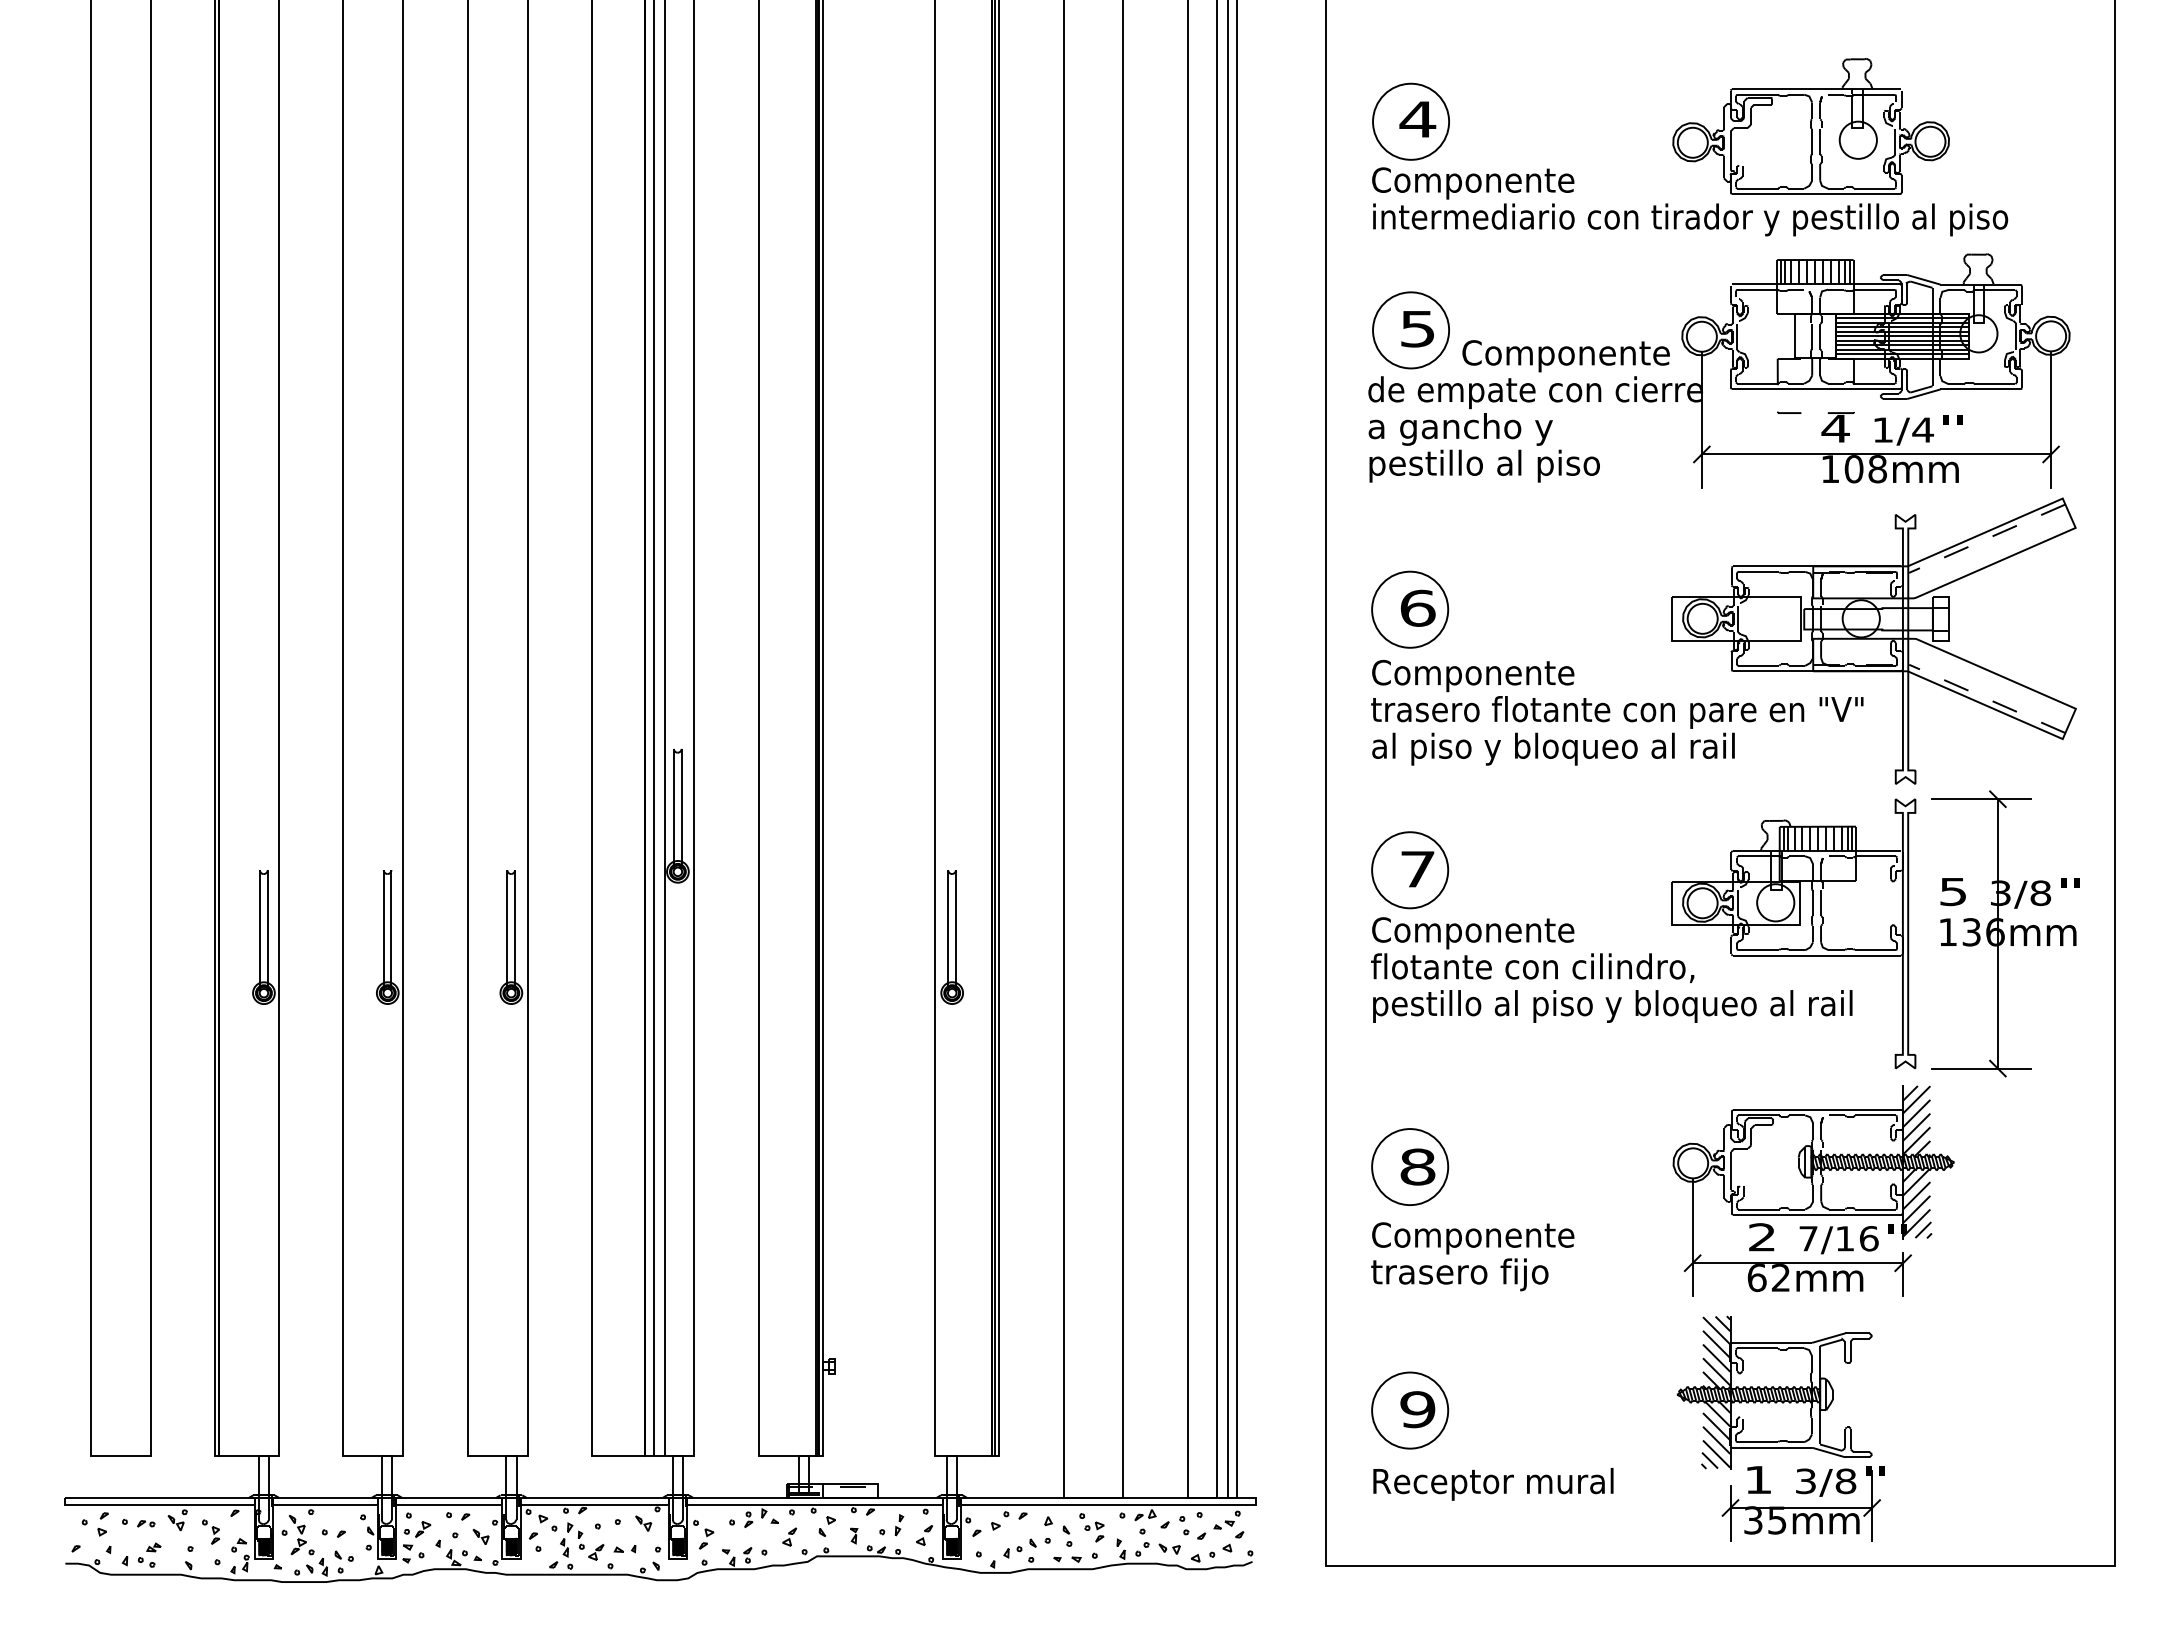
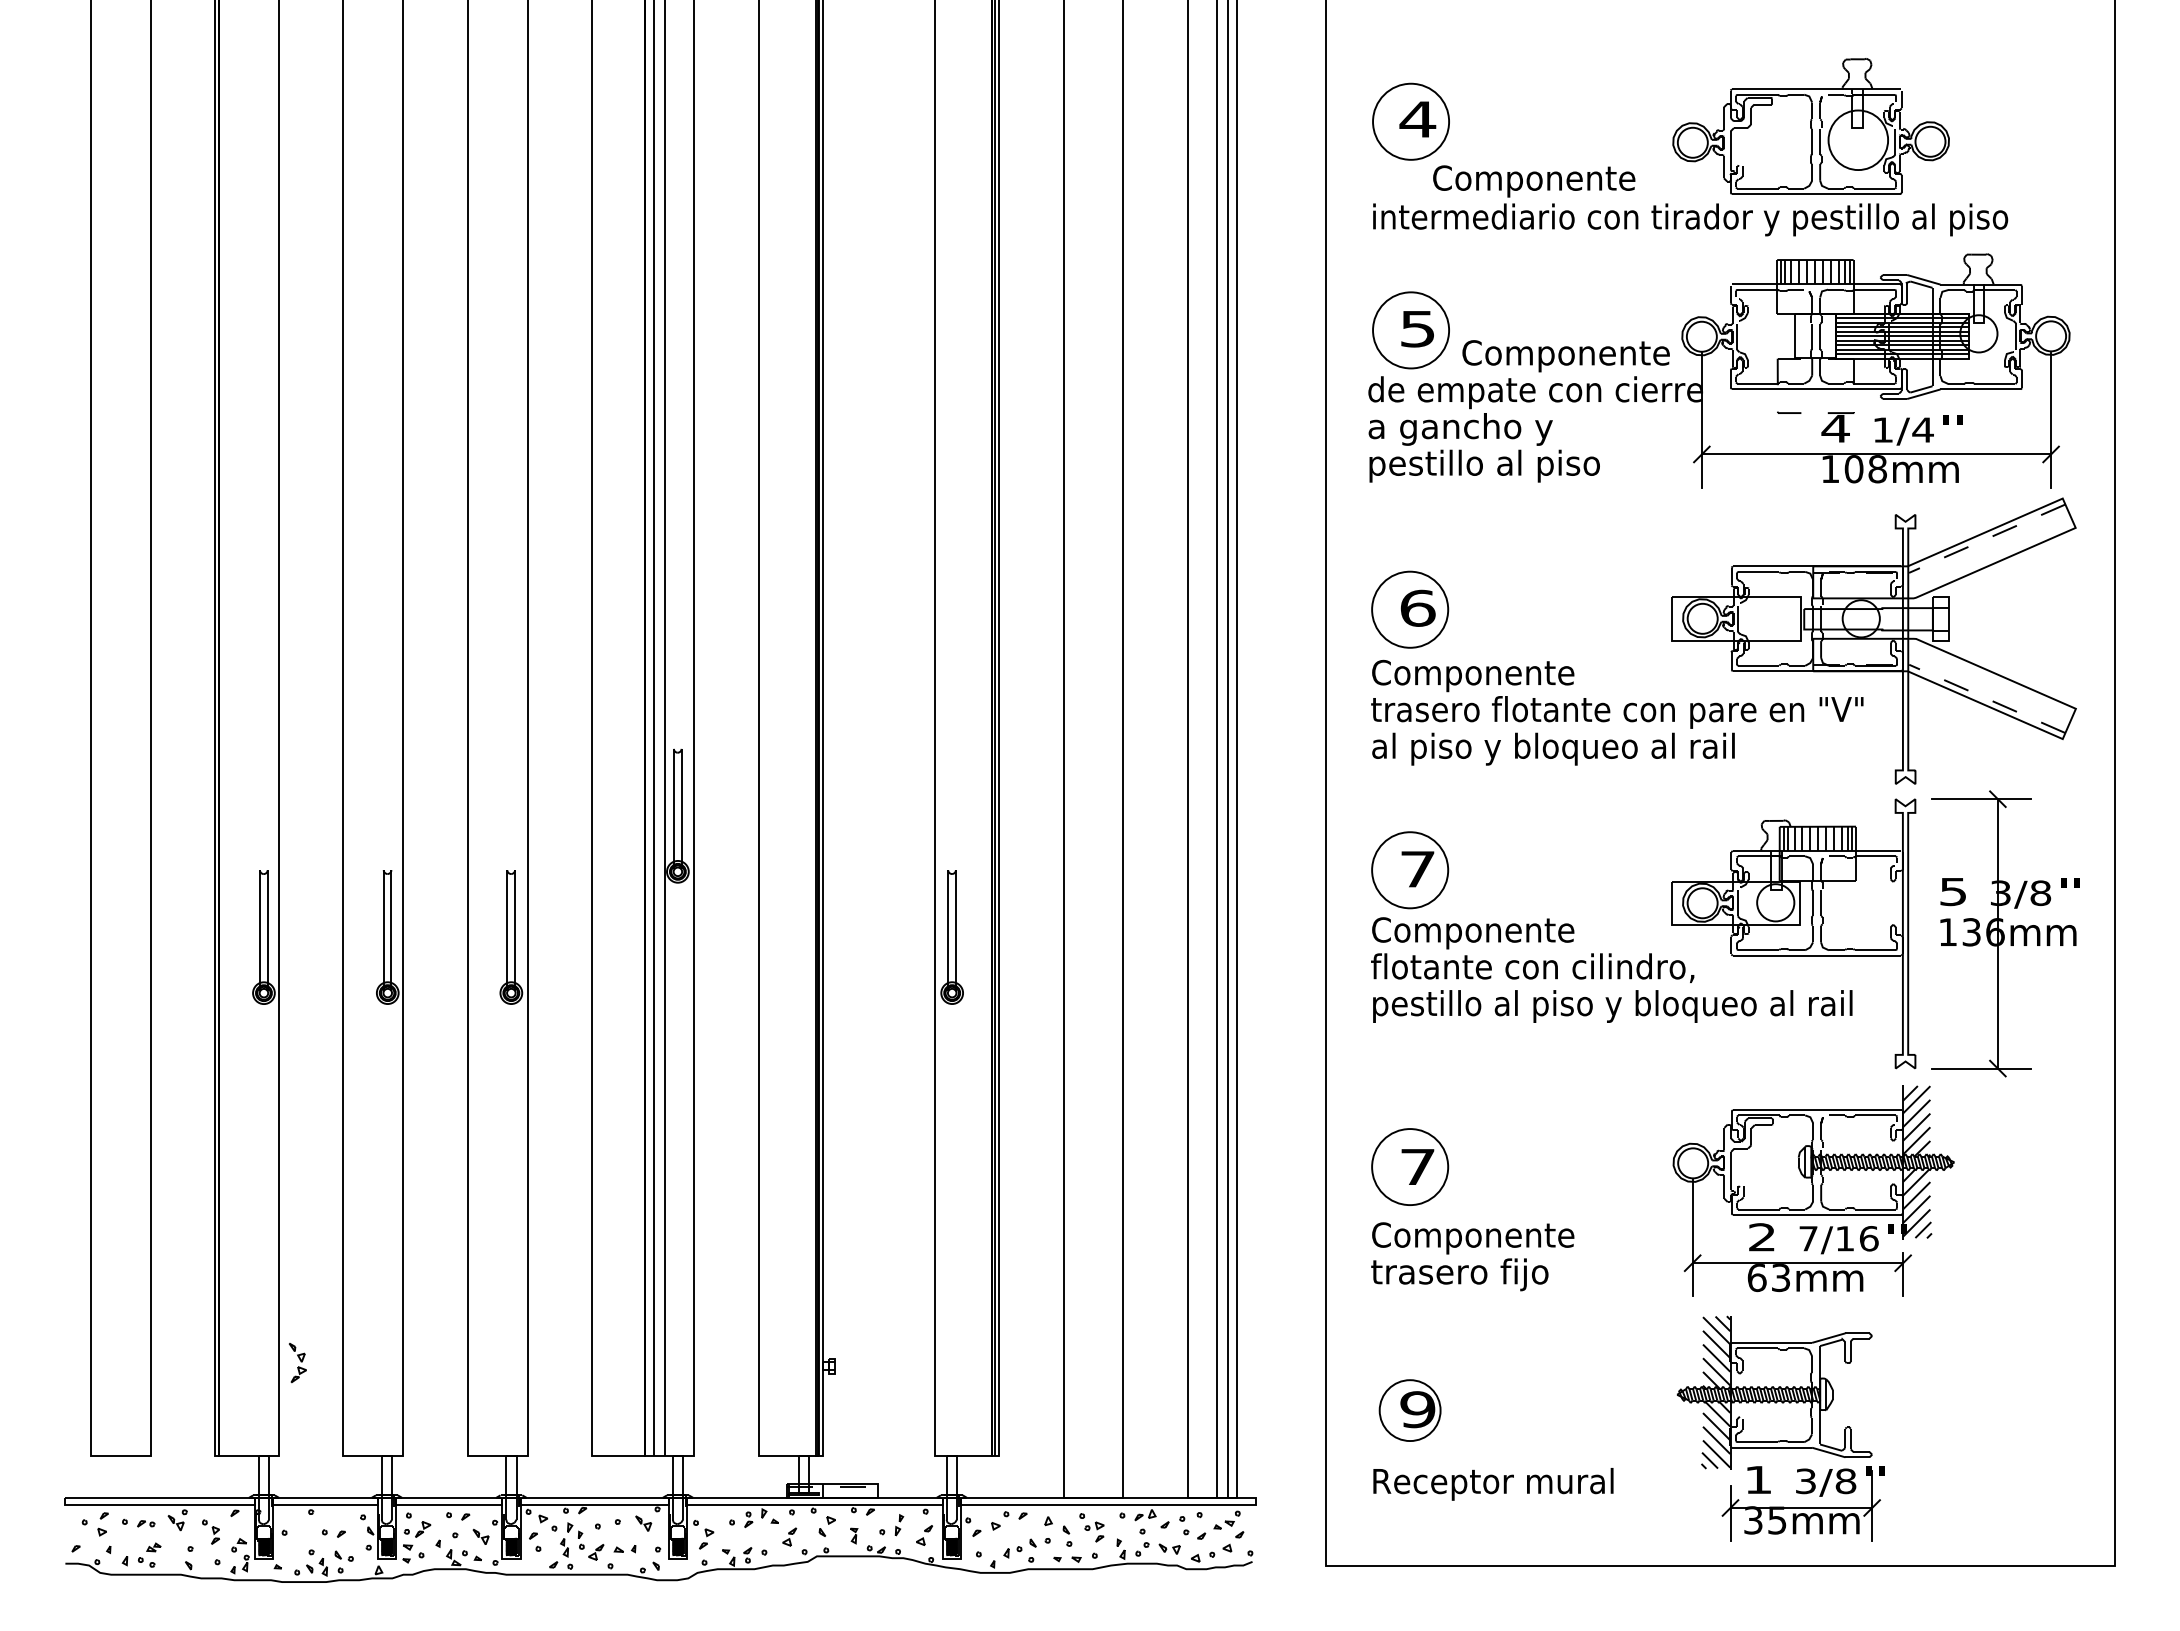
circle at (1857, 139) diameter: 37 px -> 60 px
text at (1473, 183) position: (1473, 183) -> (1534, 181)
text at (1417, 1166): 8 -> 7
text at (1780, 1278): 62mm -> 63mm
circle at (1410, 1410) diameter: 76 px -> 61 px
part at (297, 1535) position: (297, 1535) -> (297, 1363)
